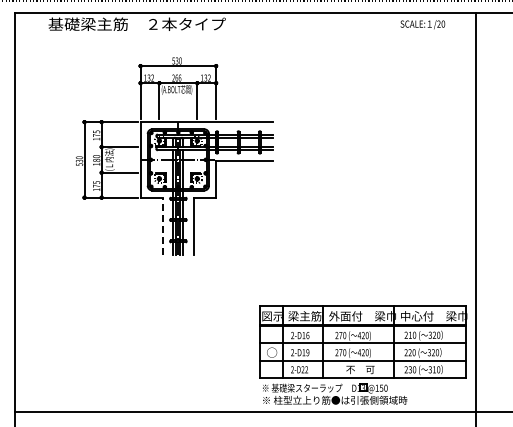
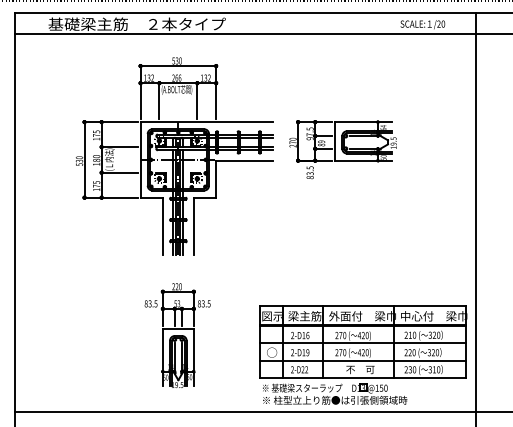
line at (262, 34): none -> present
part at (342, 149): none -> present
line at (162, 226): dashed -> solid
part at (177, 335): none -> present
